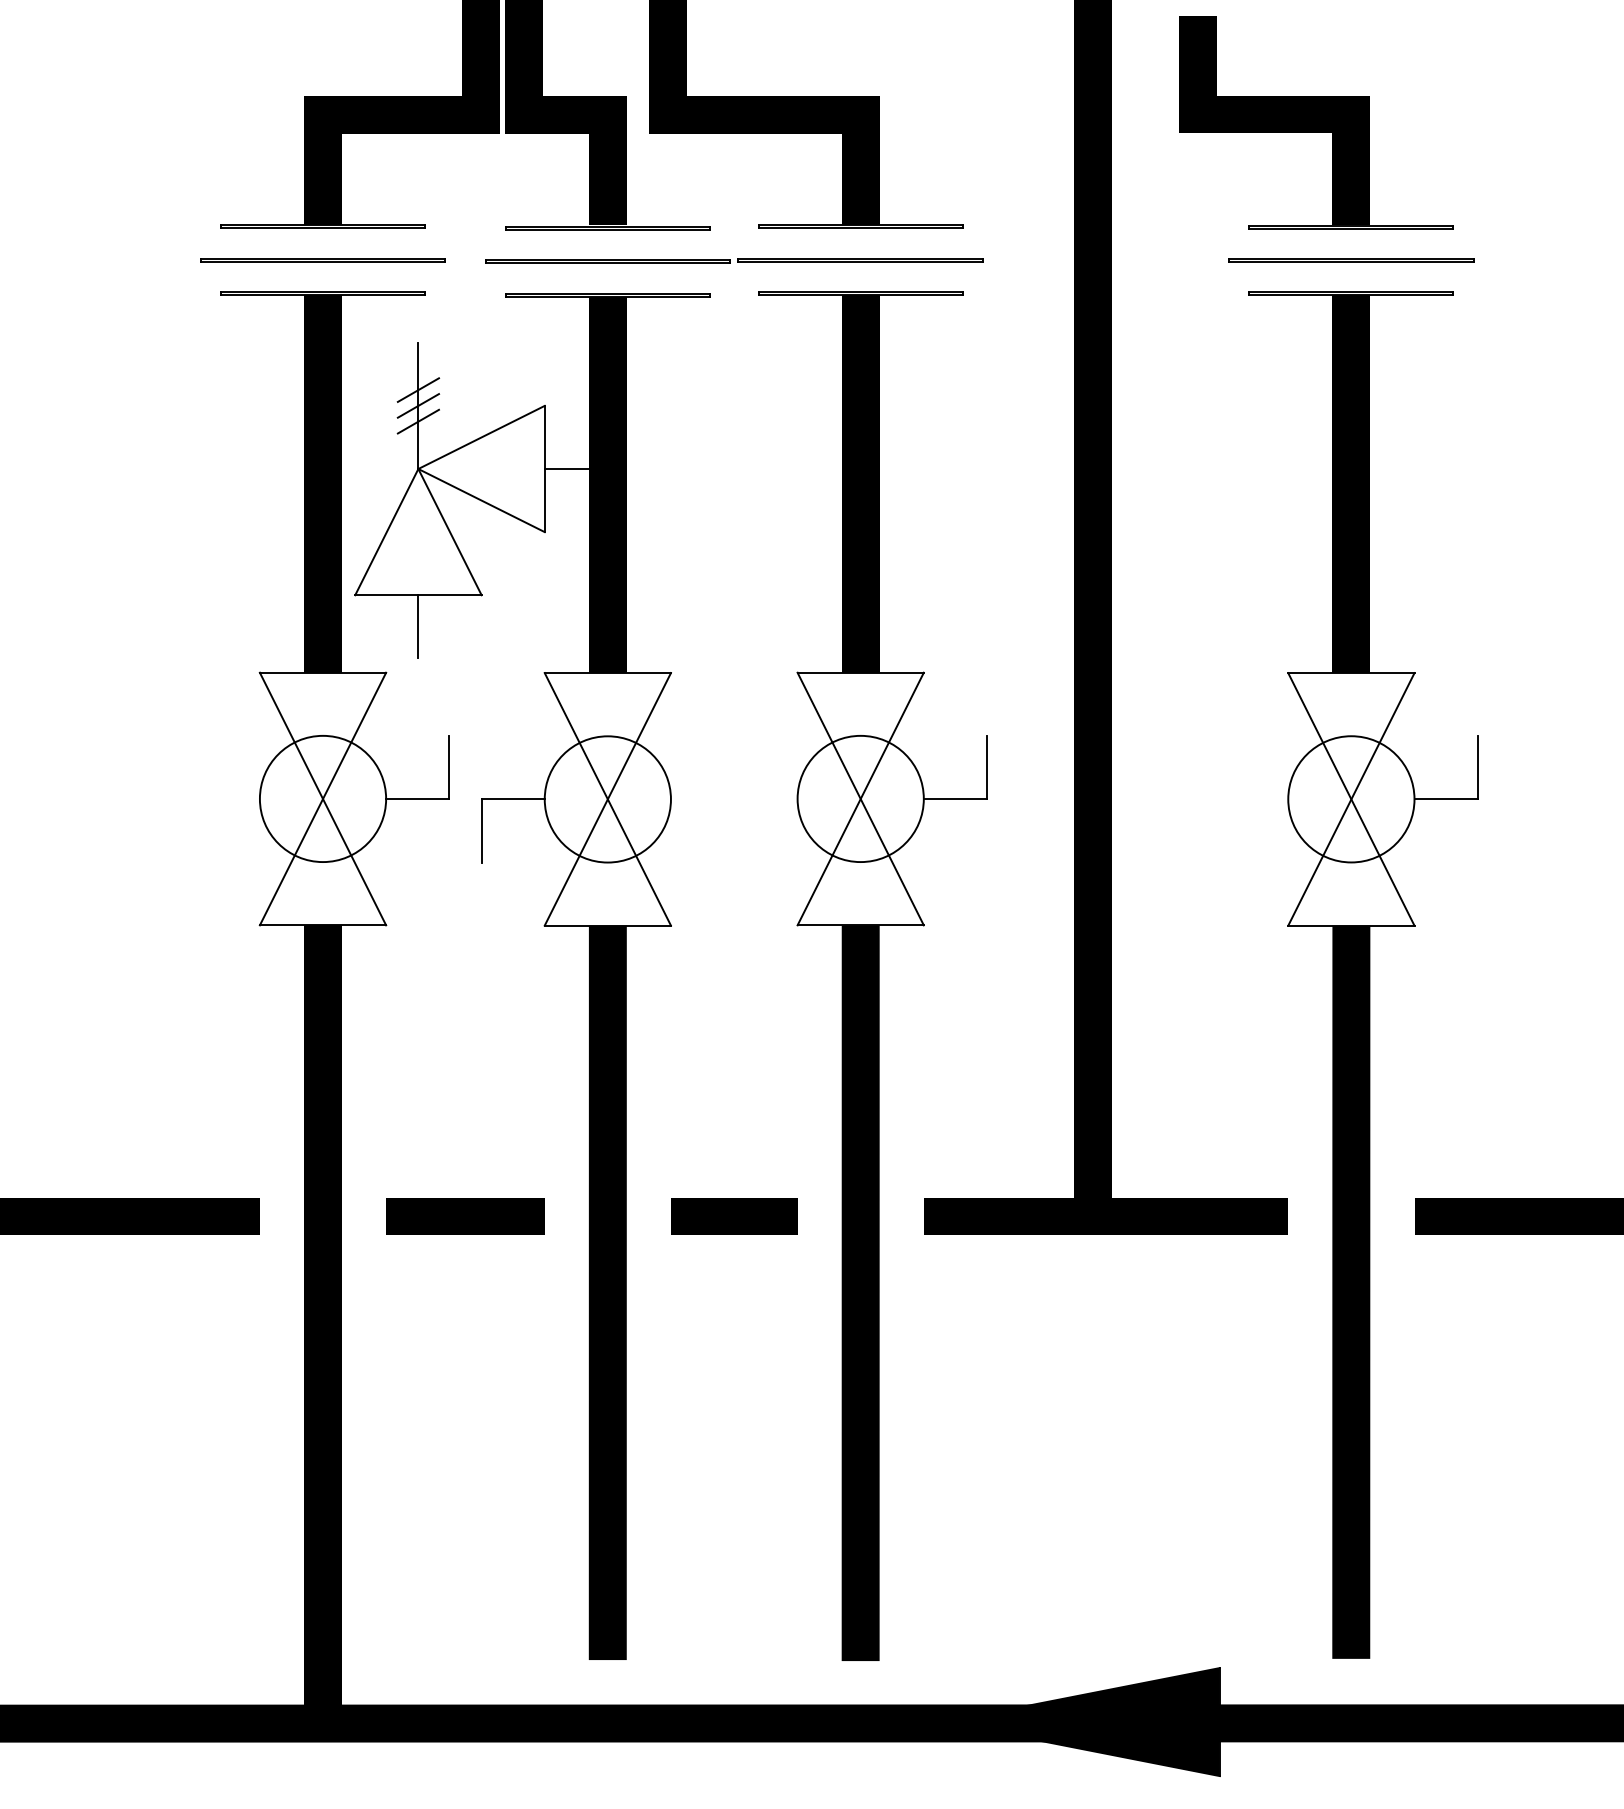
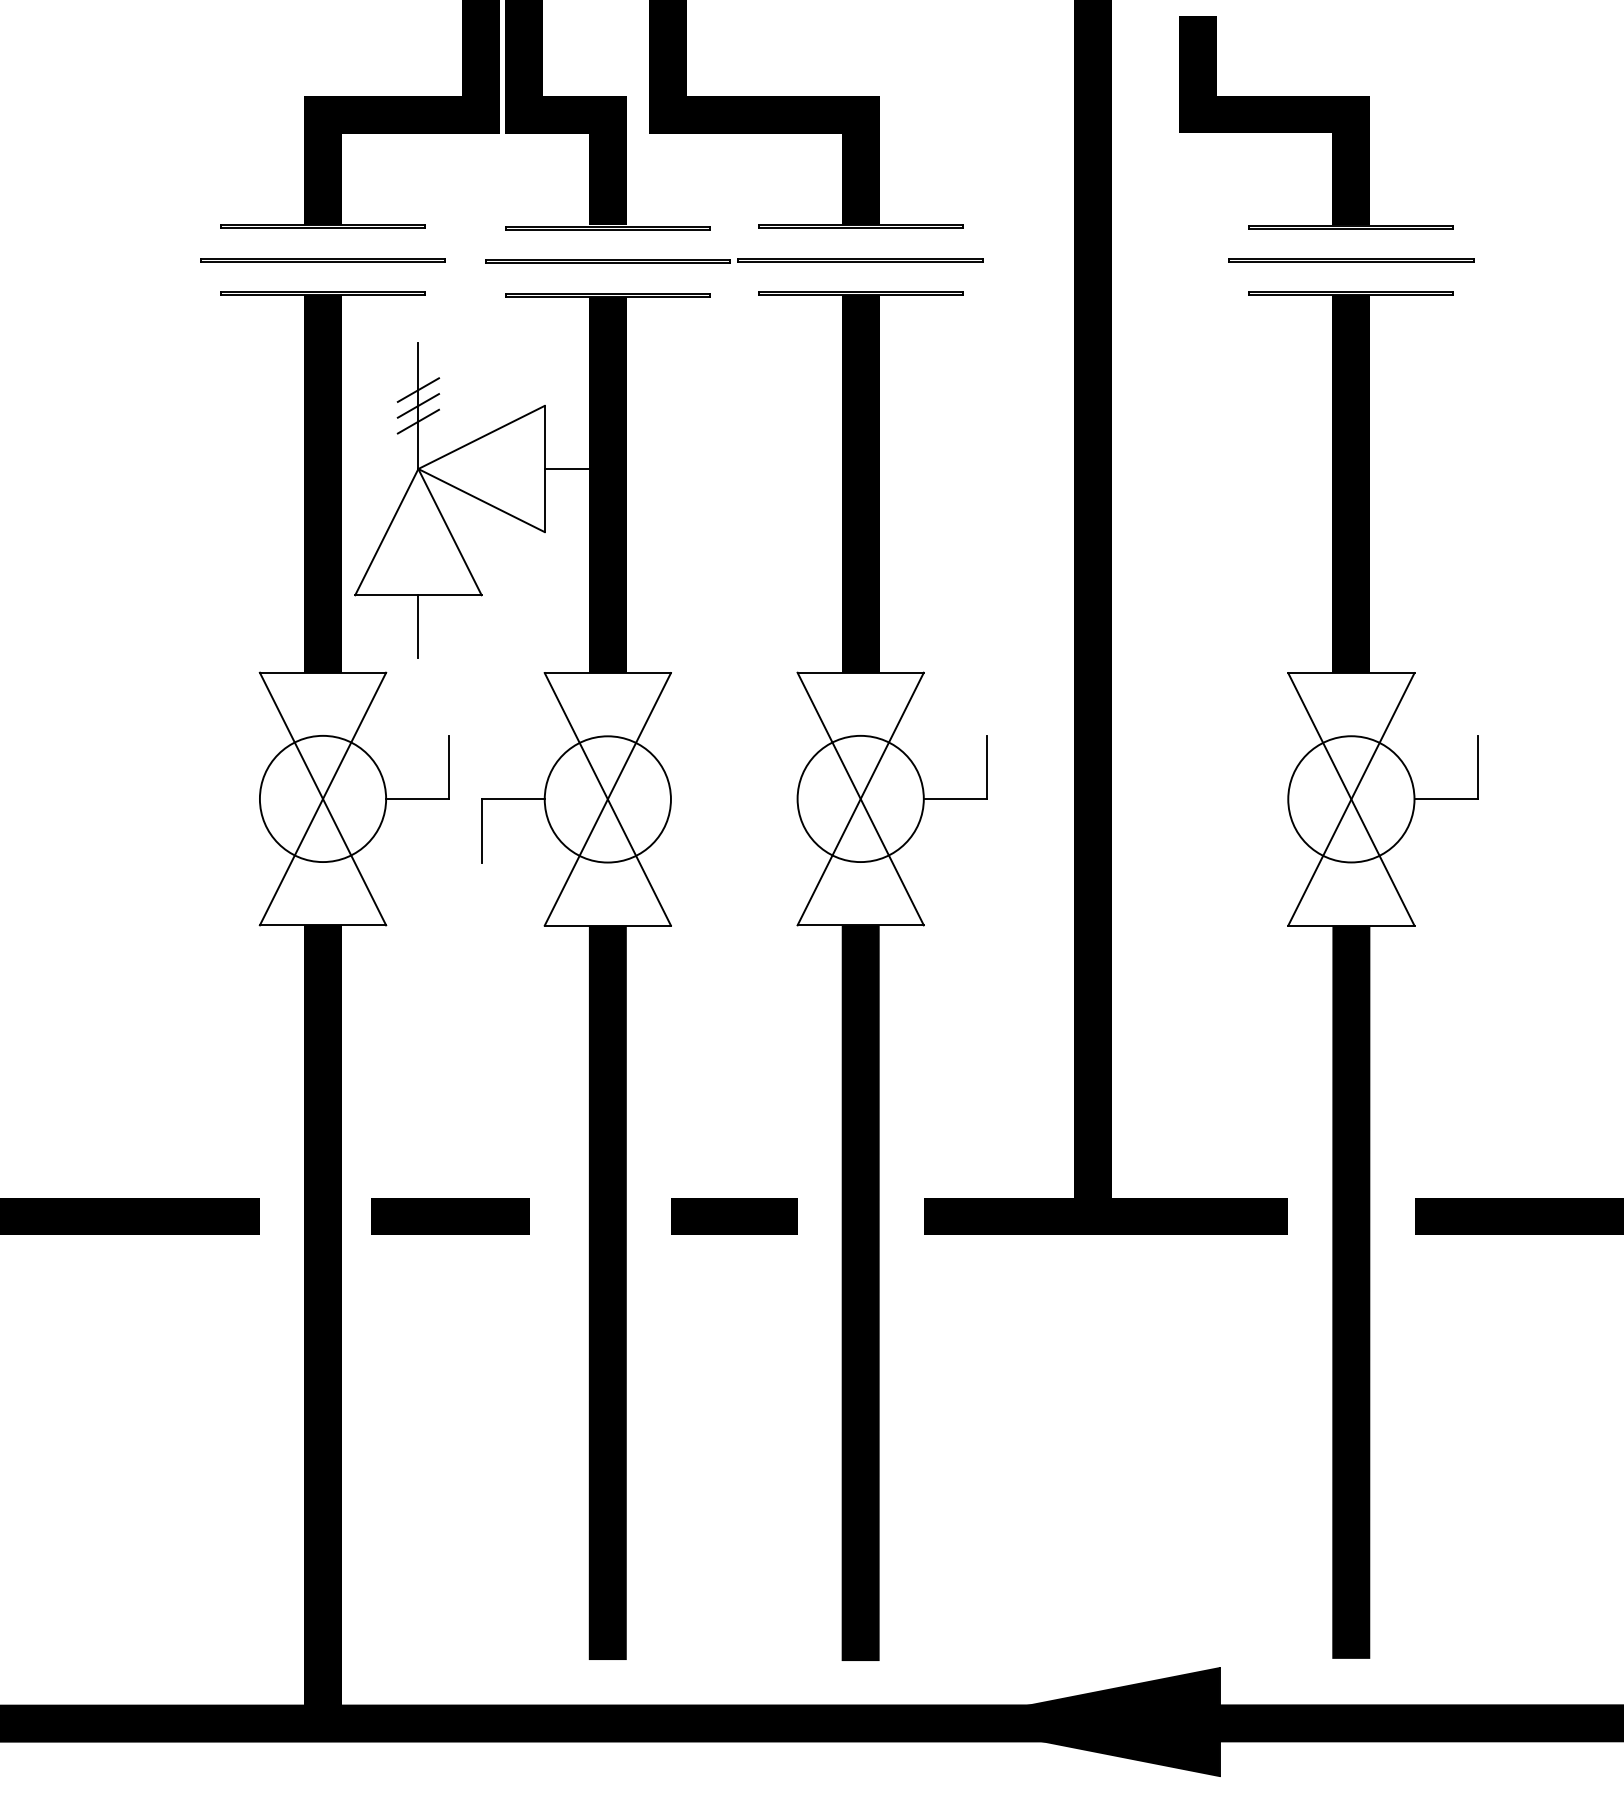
line at (465, 1216) position: (465, 1216) -> (450, 1216)
